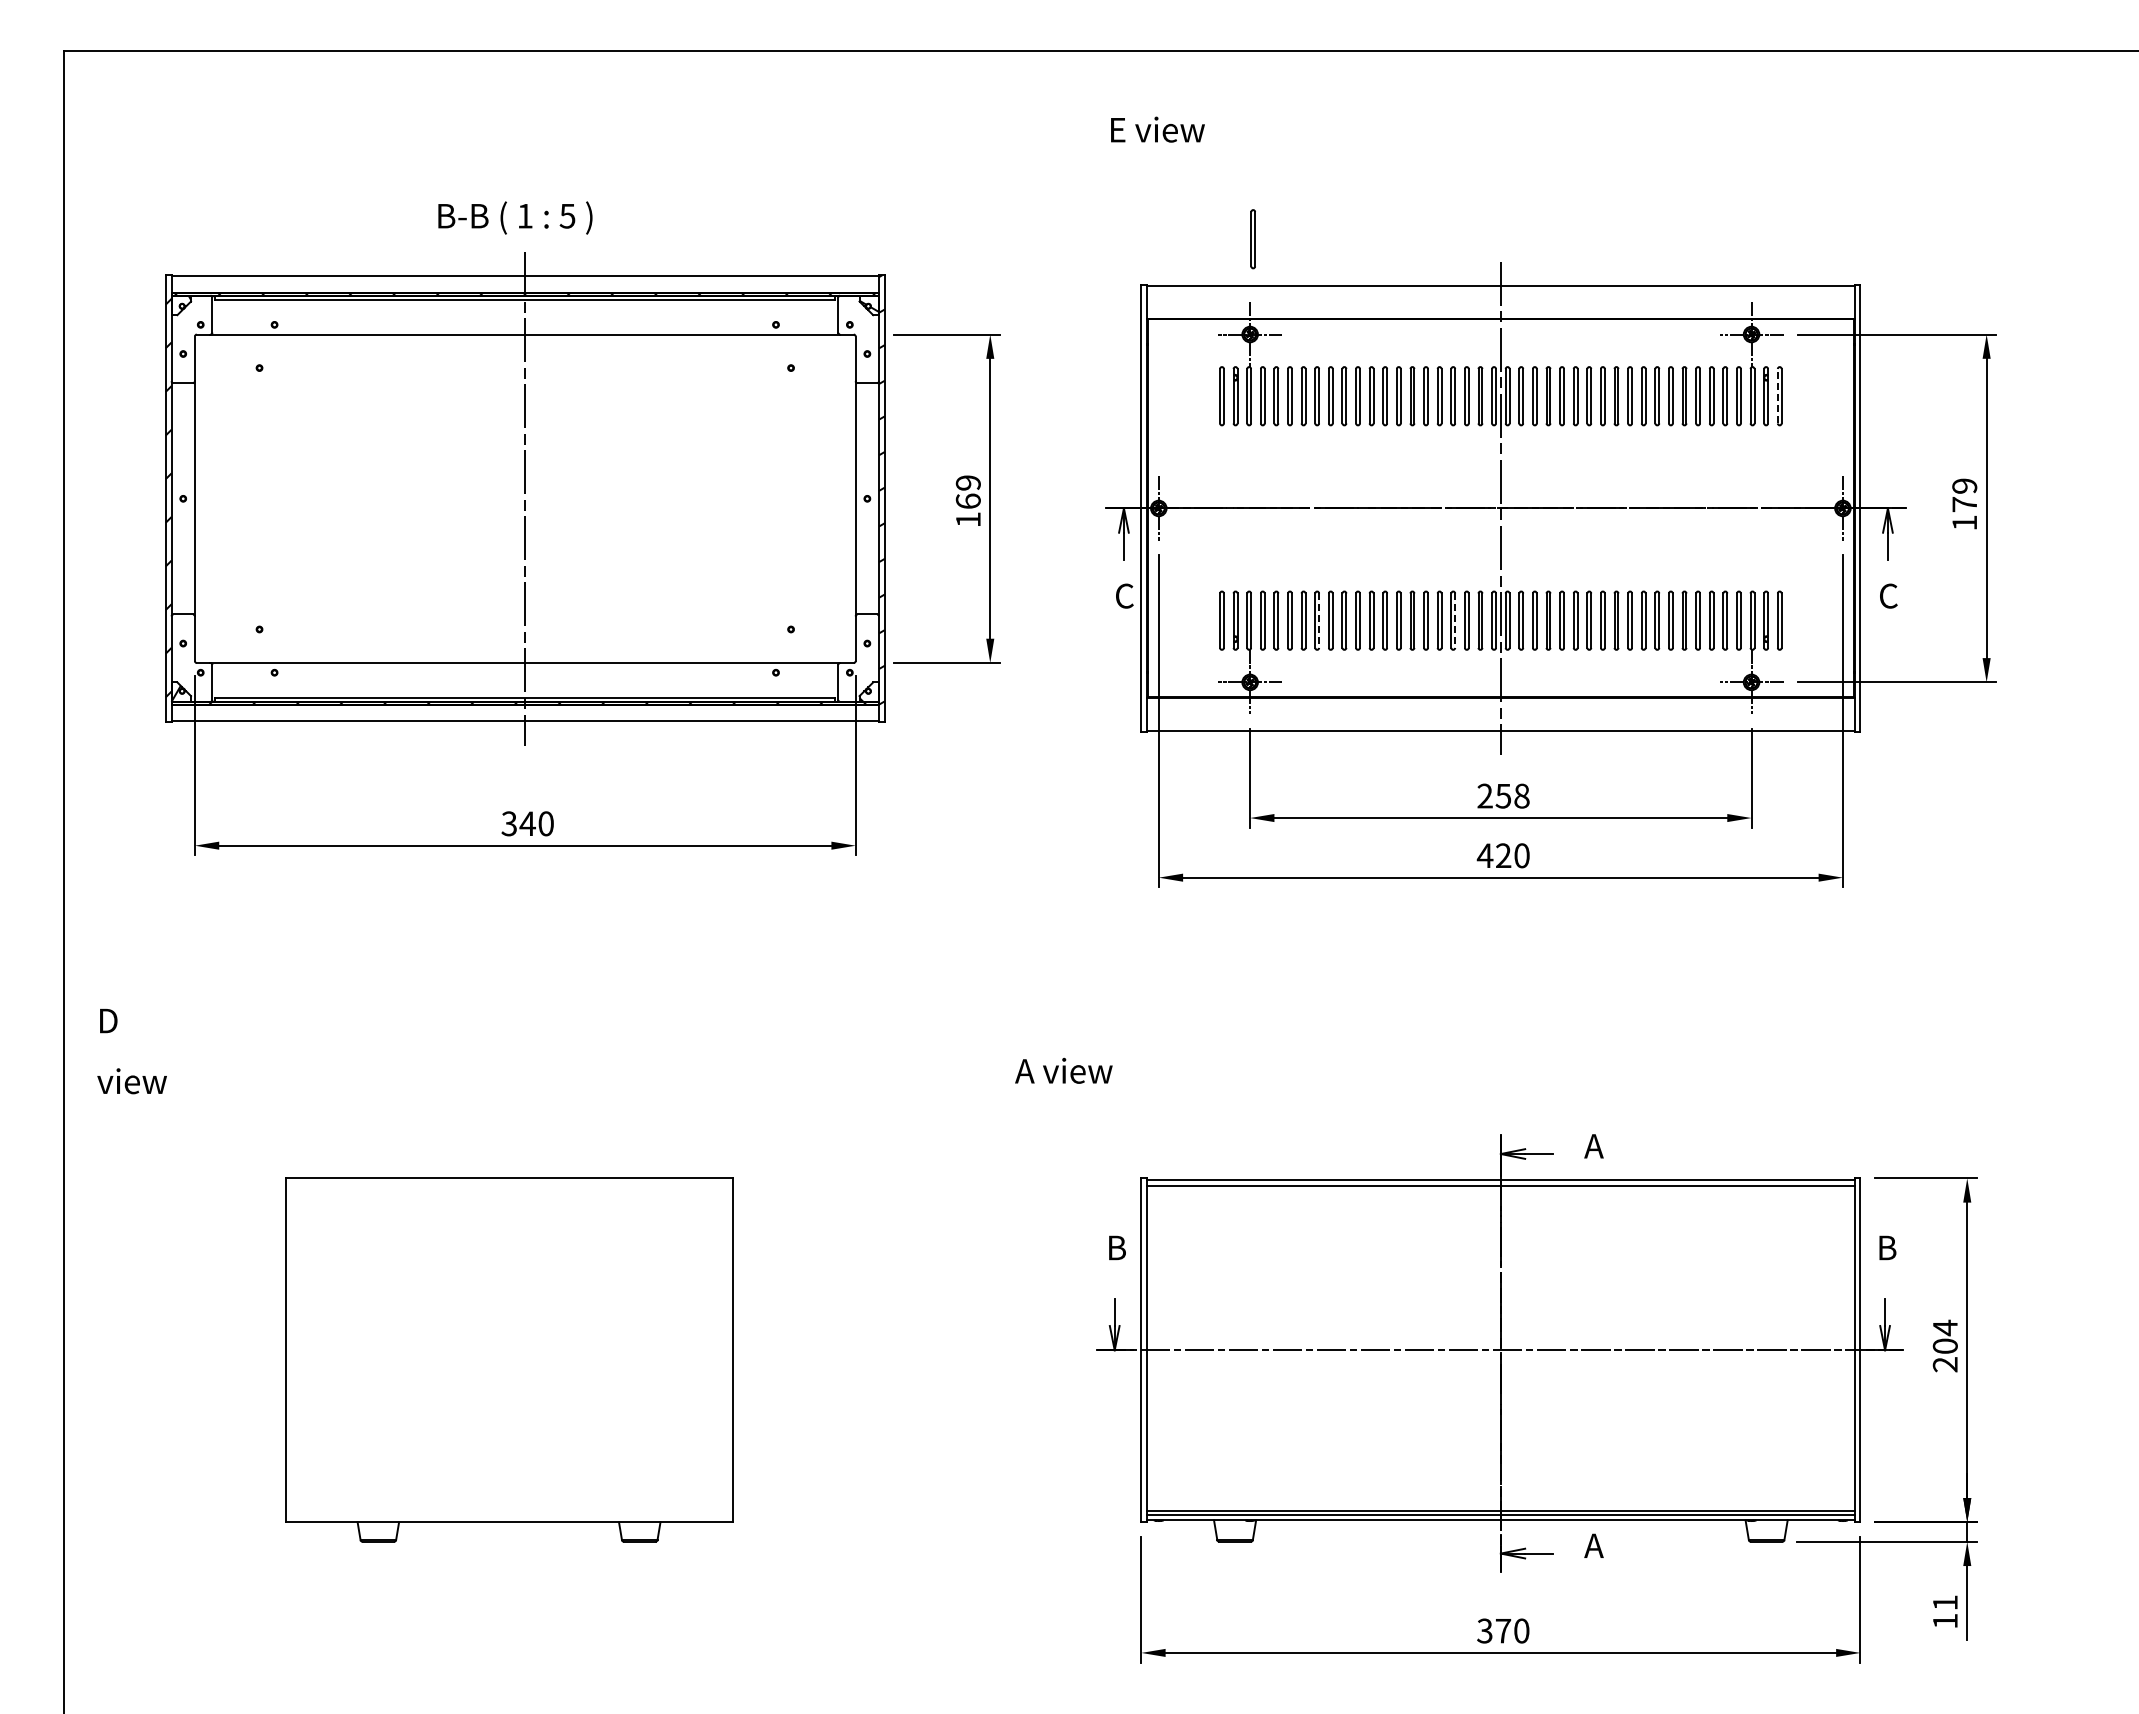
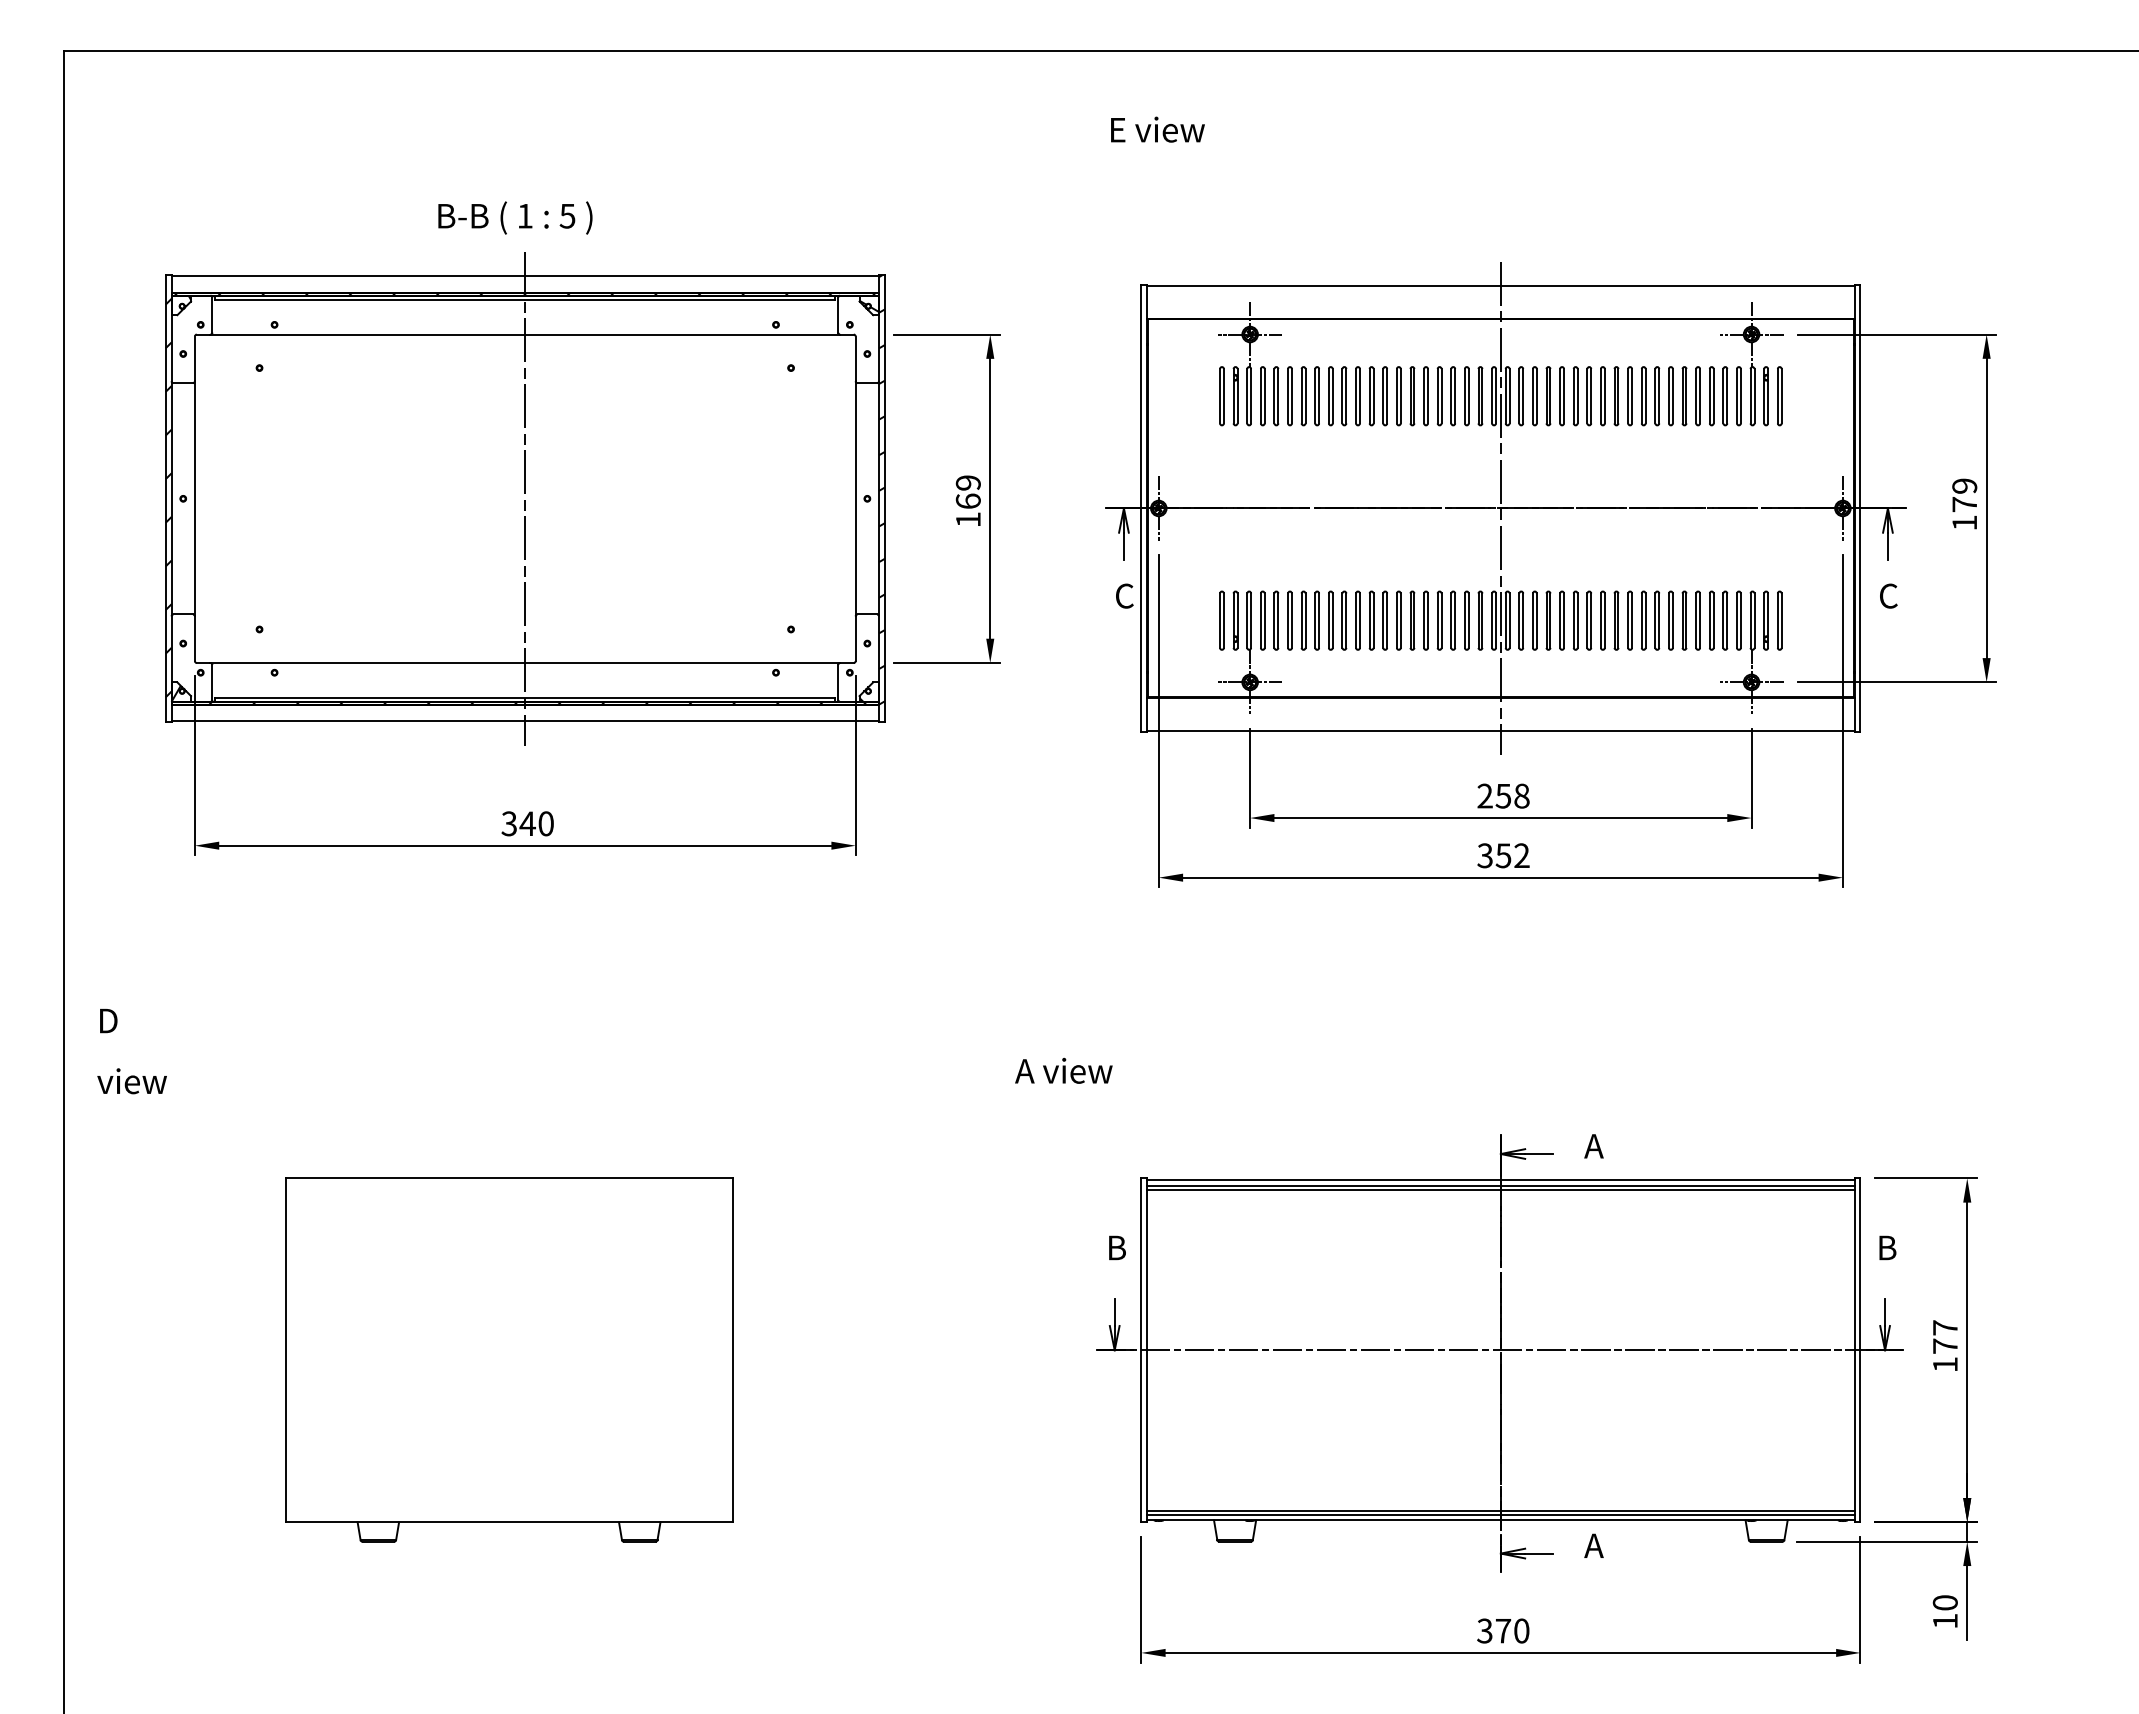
part at (1252, 239): present -> none
line at (1777, 395): dashed -> solid
line at (1319, 621): dashed -> solid
line at (1455, 621): dashed -> solid
text at (1502, 855): 420 -> 352
line at (1500, 1189): none -> present
text at (1944, 1345): 204 -> 177
text at (1944, 1602): 11 -> 10
